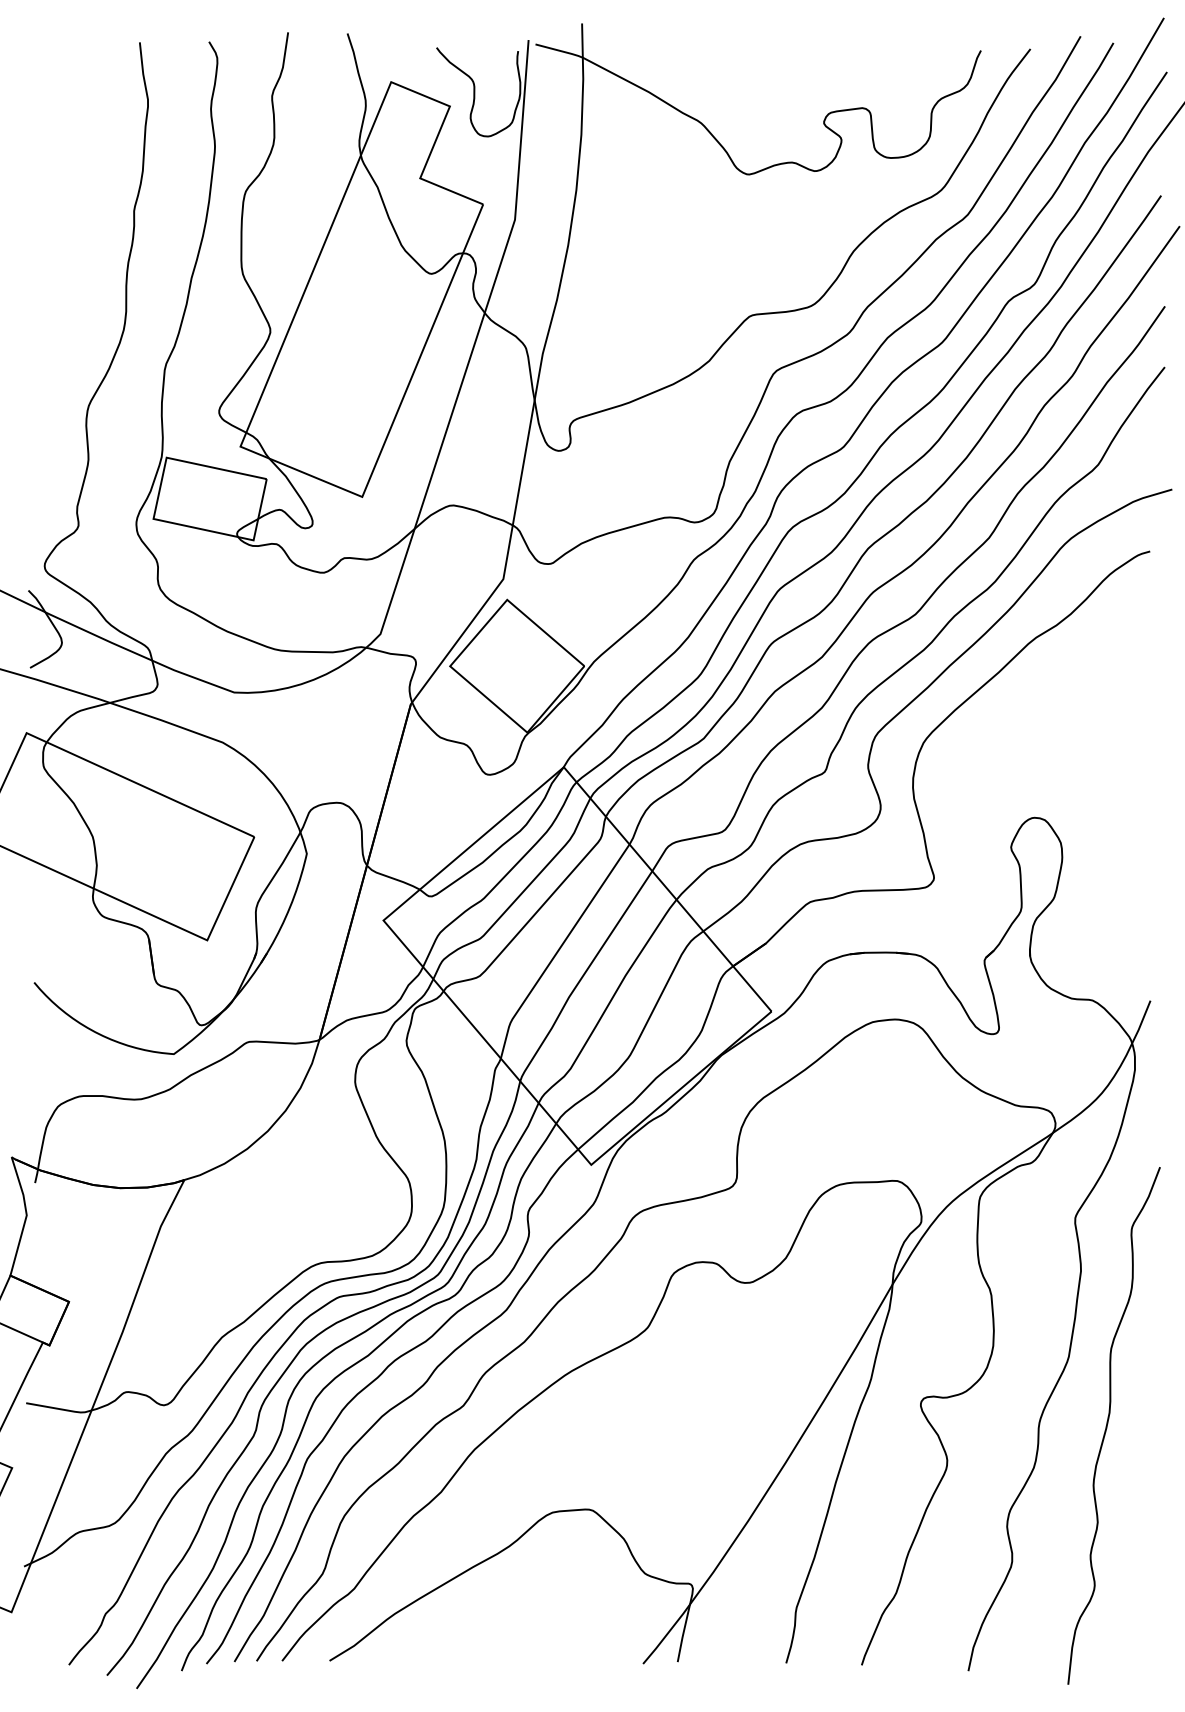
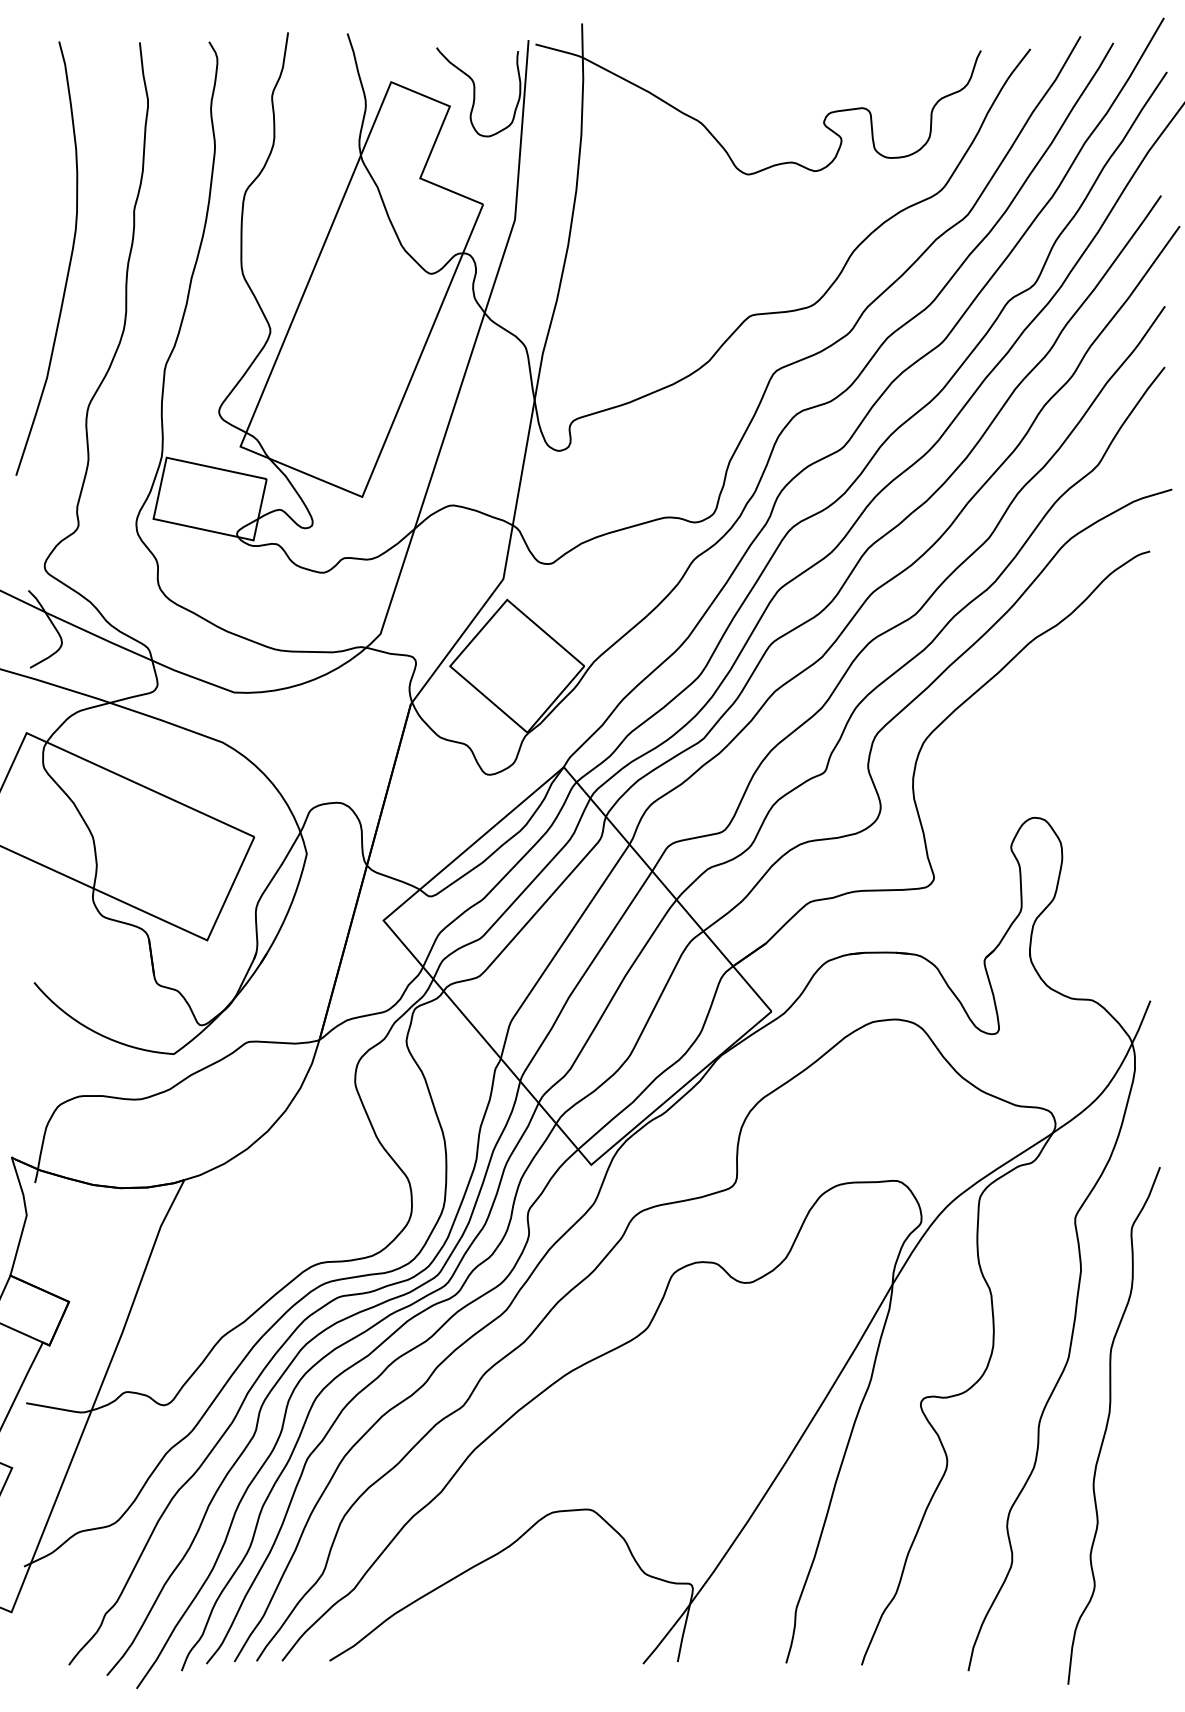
curve at (69, 260): none -> present
